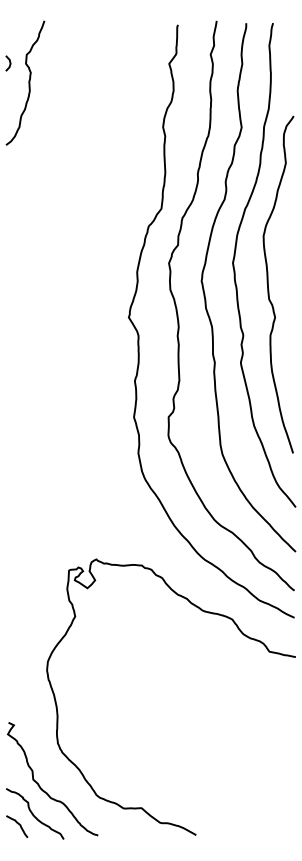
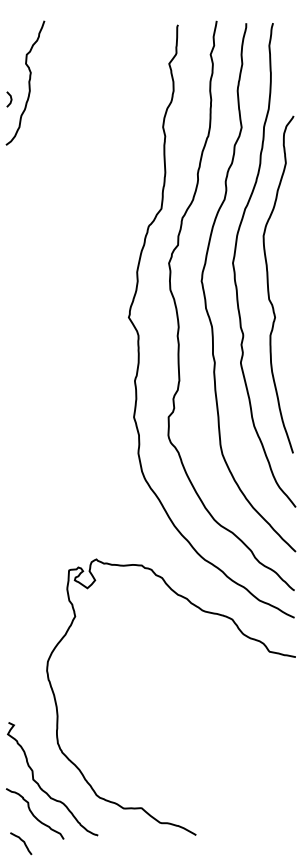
line at (9, 63) position: (9, 63) -> (10, 99)
curve at (17, 824) position: (17, 824) -> (21, 841)
